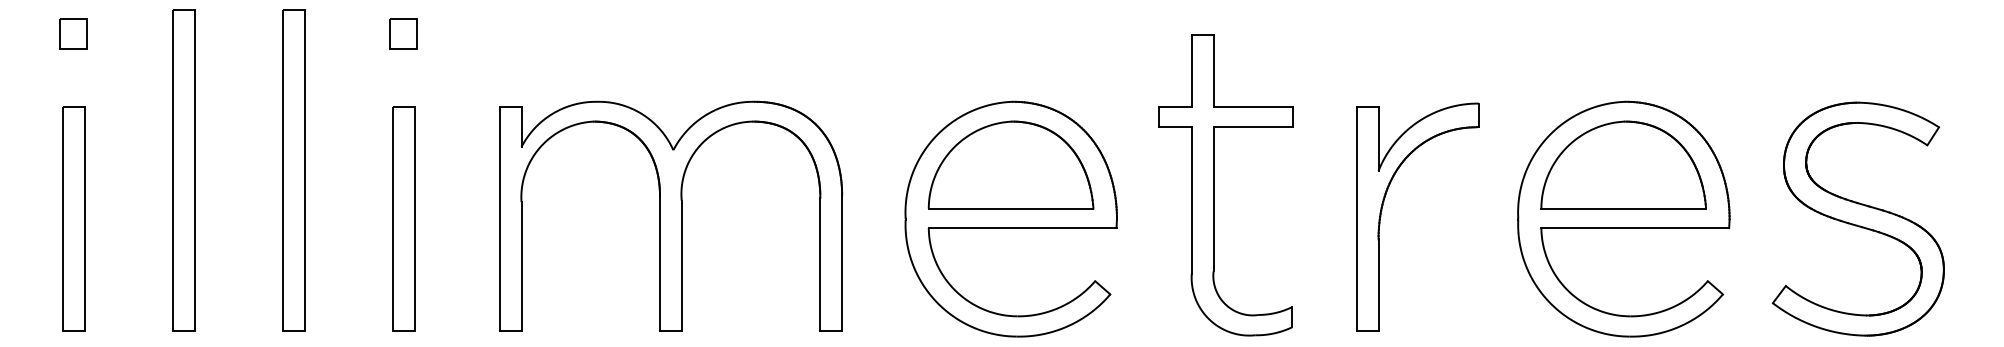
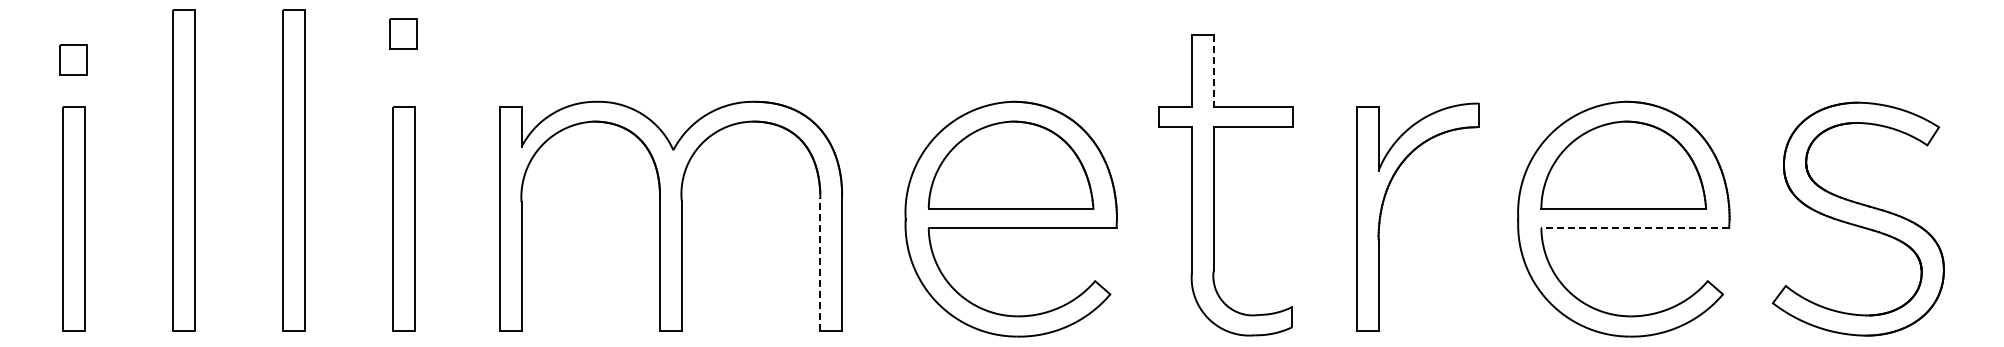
part at (73, 33) position: (73, 33) -> (73, 59)
line at (1213, 71): solid -> dashed
line at (1635, 228): solid -> dashed
line at (820, 264): solid -> dashed
